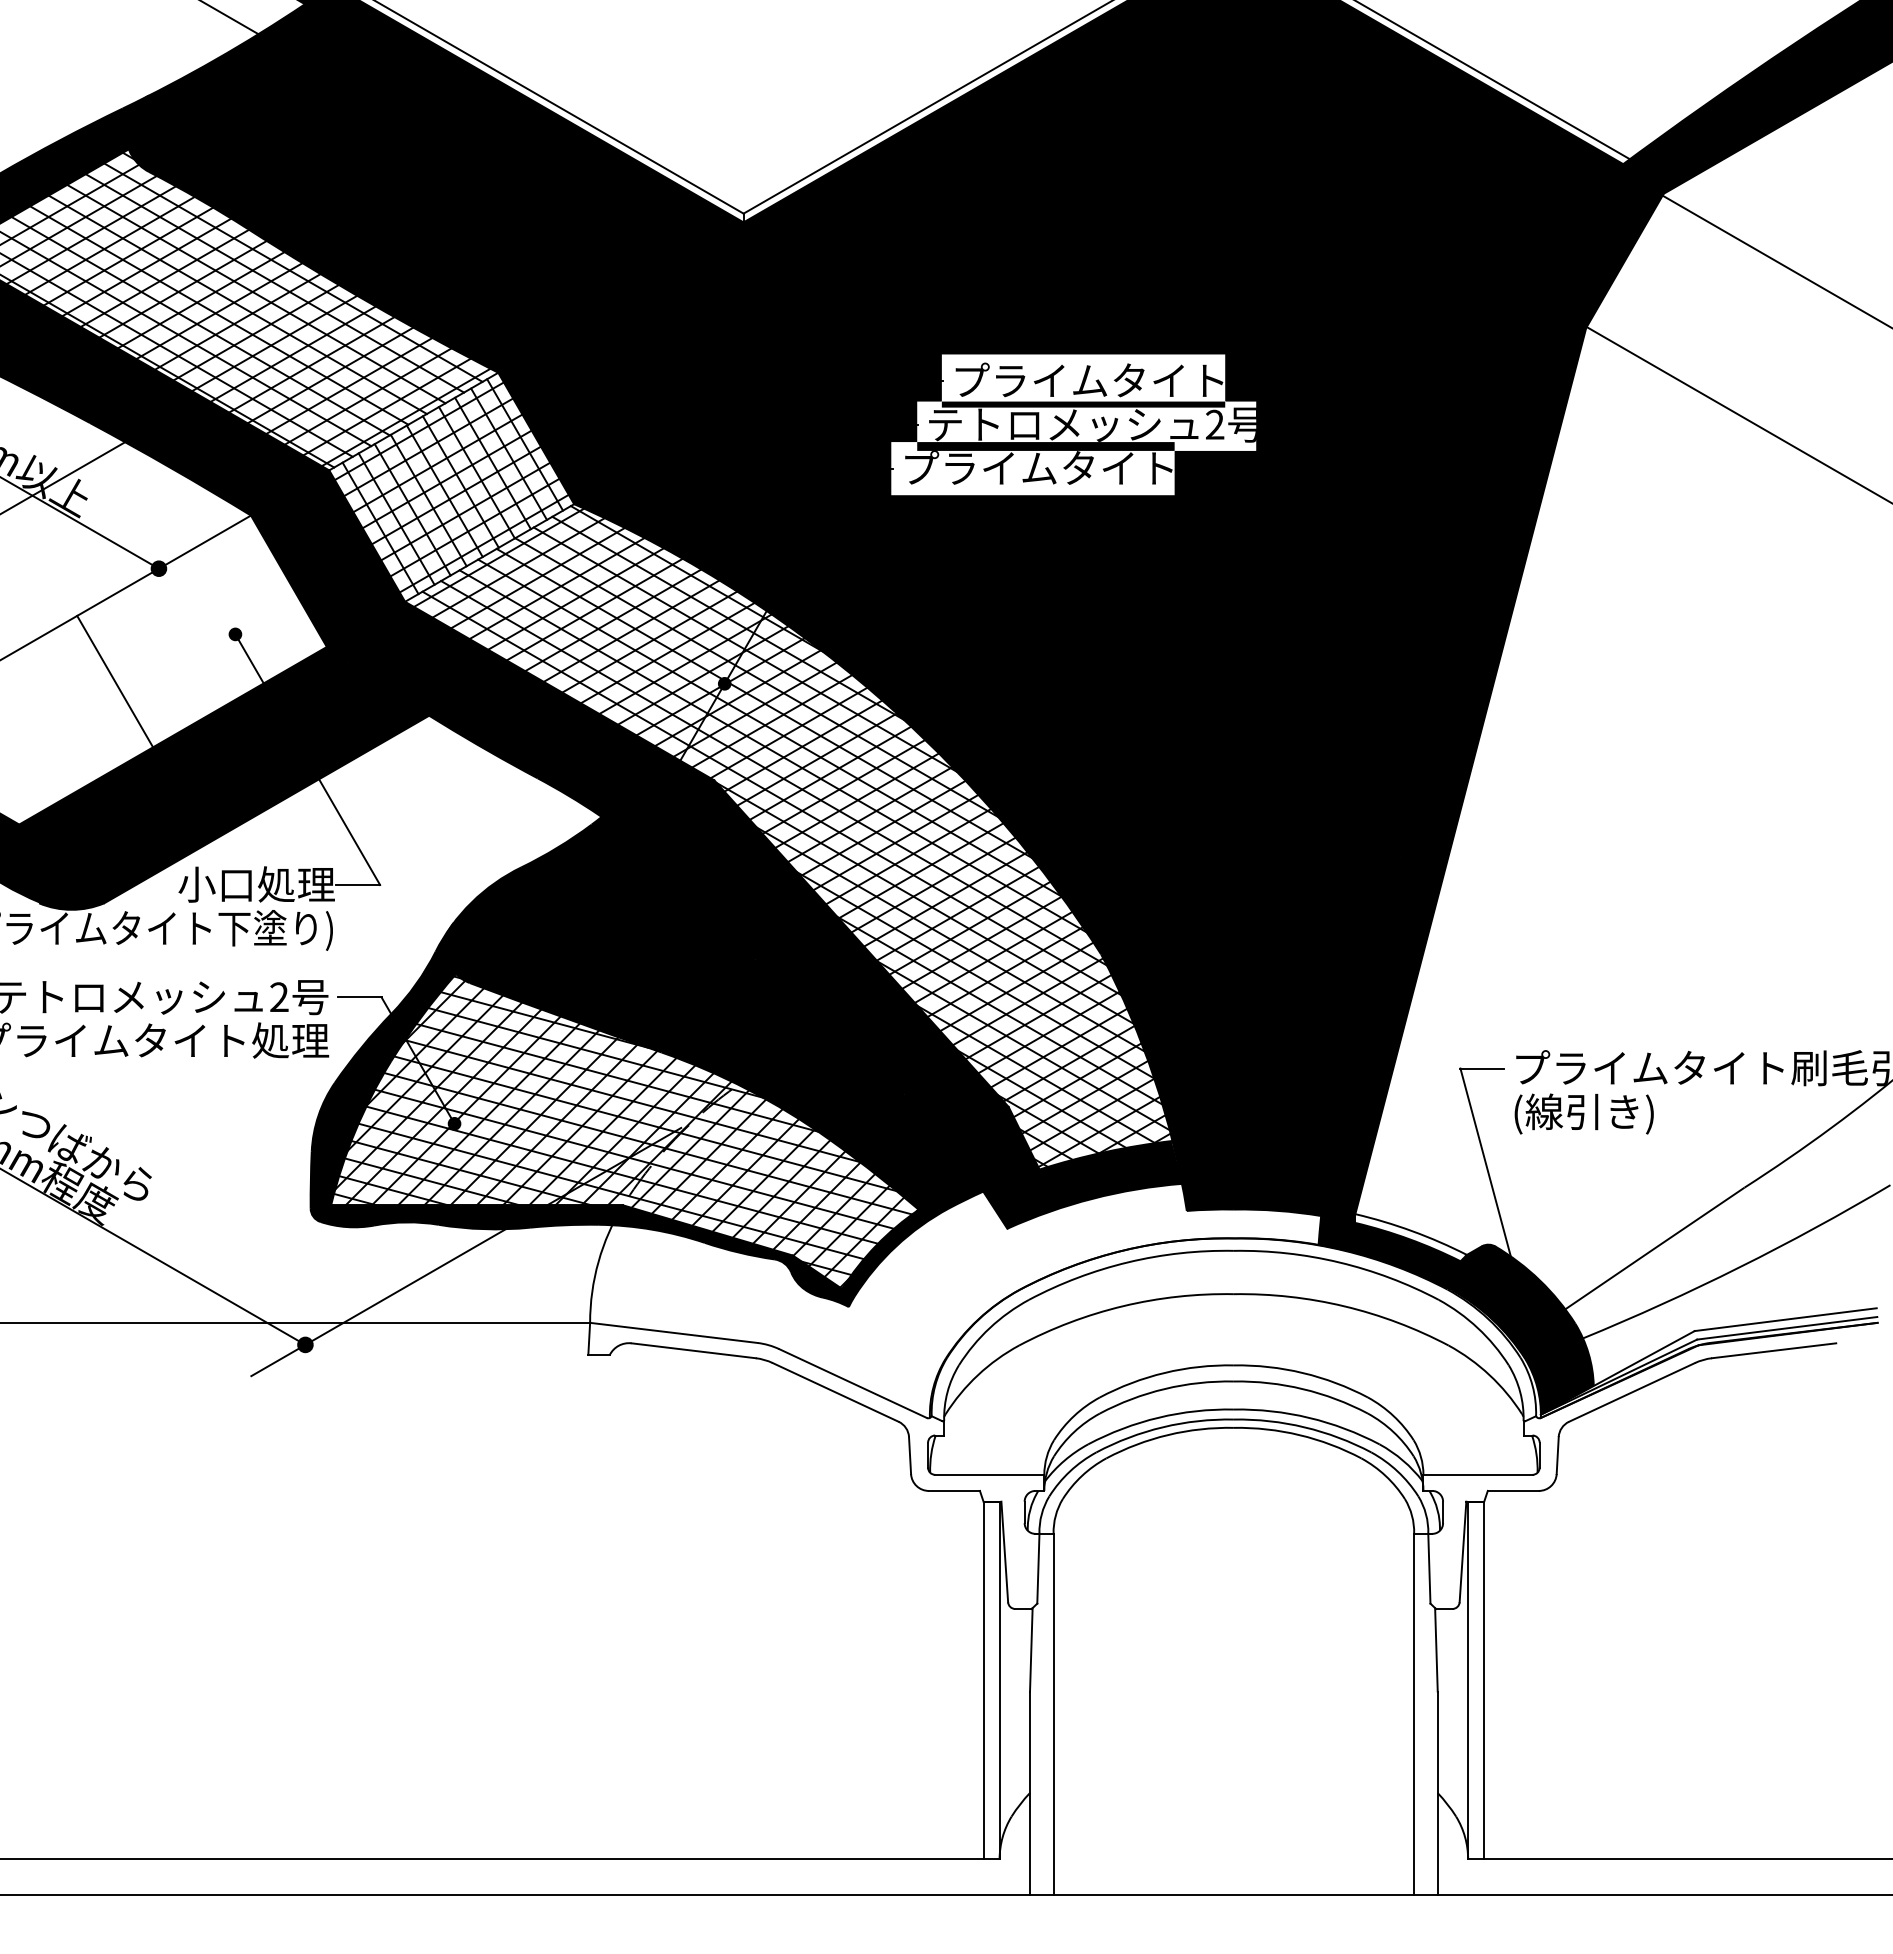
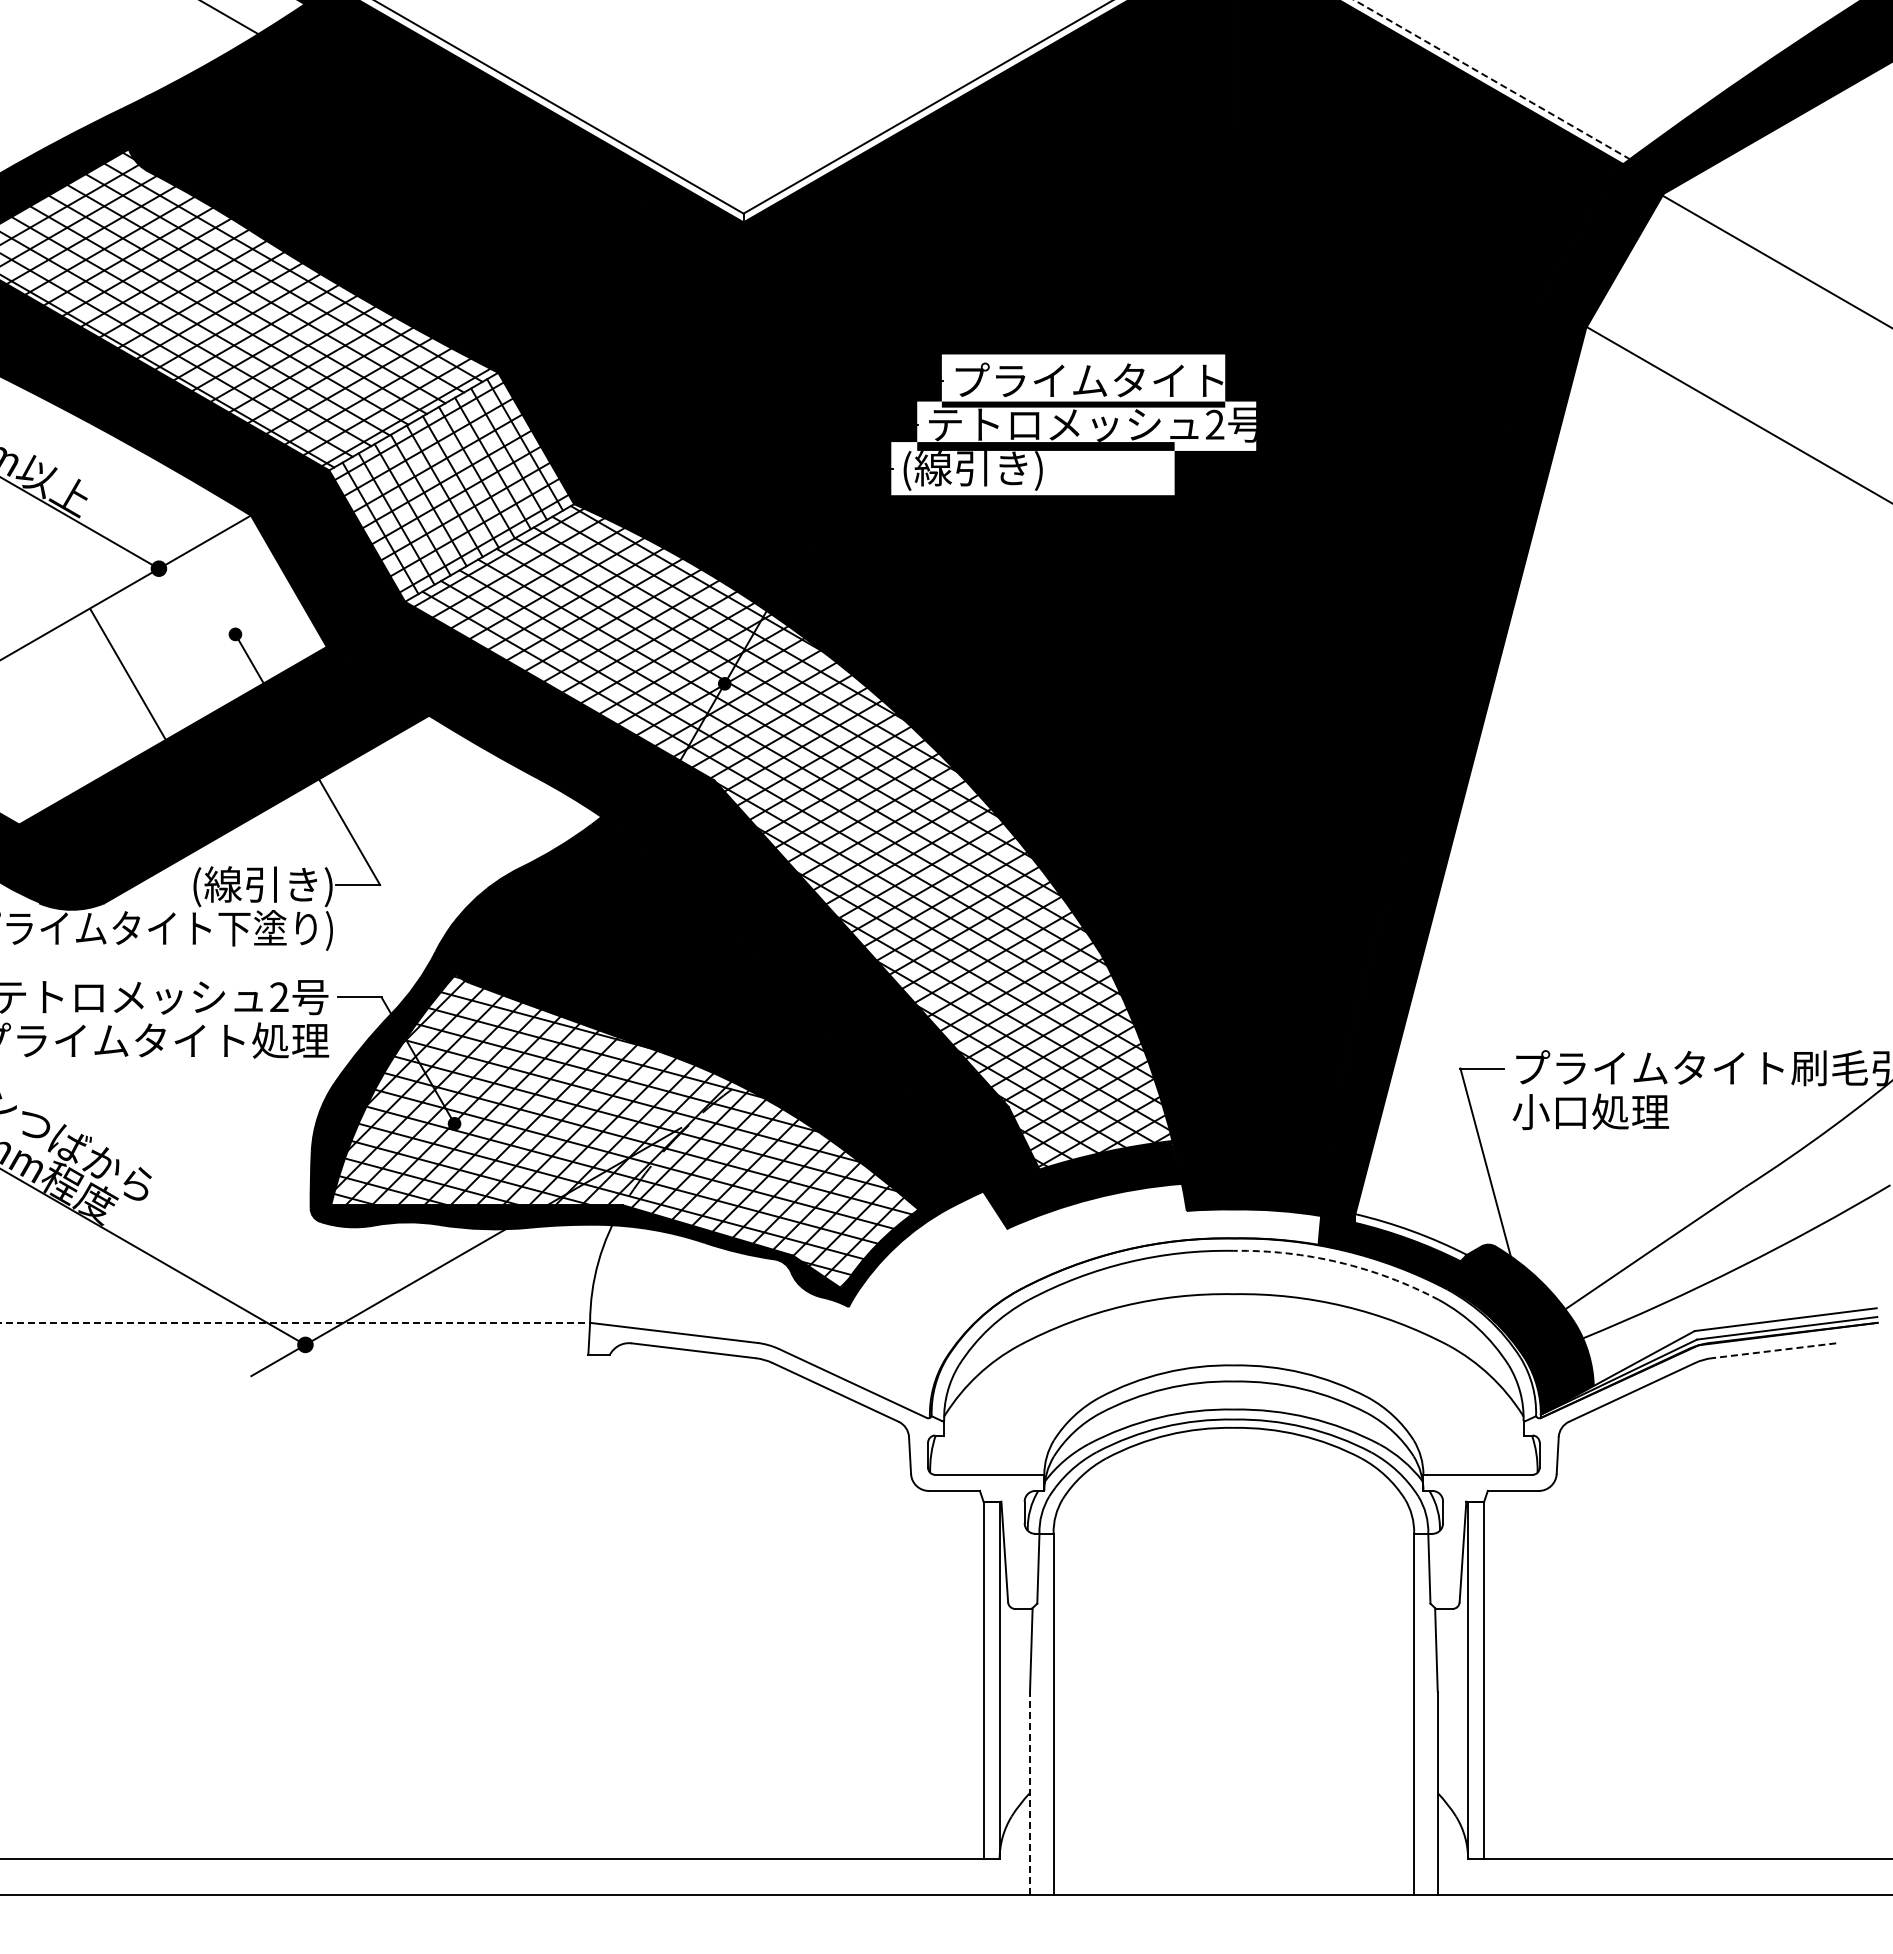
line at (1492, 79): solid -> dashed
text at (1037, 470): プライムタイト -> (線引き)
line at (63, 477): present -> none
line at (115, 681) position: (115, 681) -> (128, 674)
text at (256, 886): 小口処理 -> (線引き)
text at (1590, 1113): (線引き) -> 小口処理
arc at (1339, 1262): solid -> dashed
line at (295, 1322): solid -> dashed
line at (1774, 1350): solid -> dashed
line at (1030, 1793): solid -> dashed
